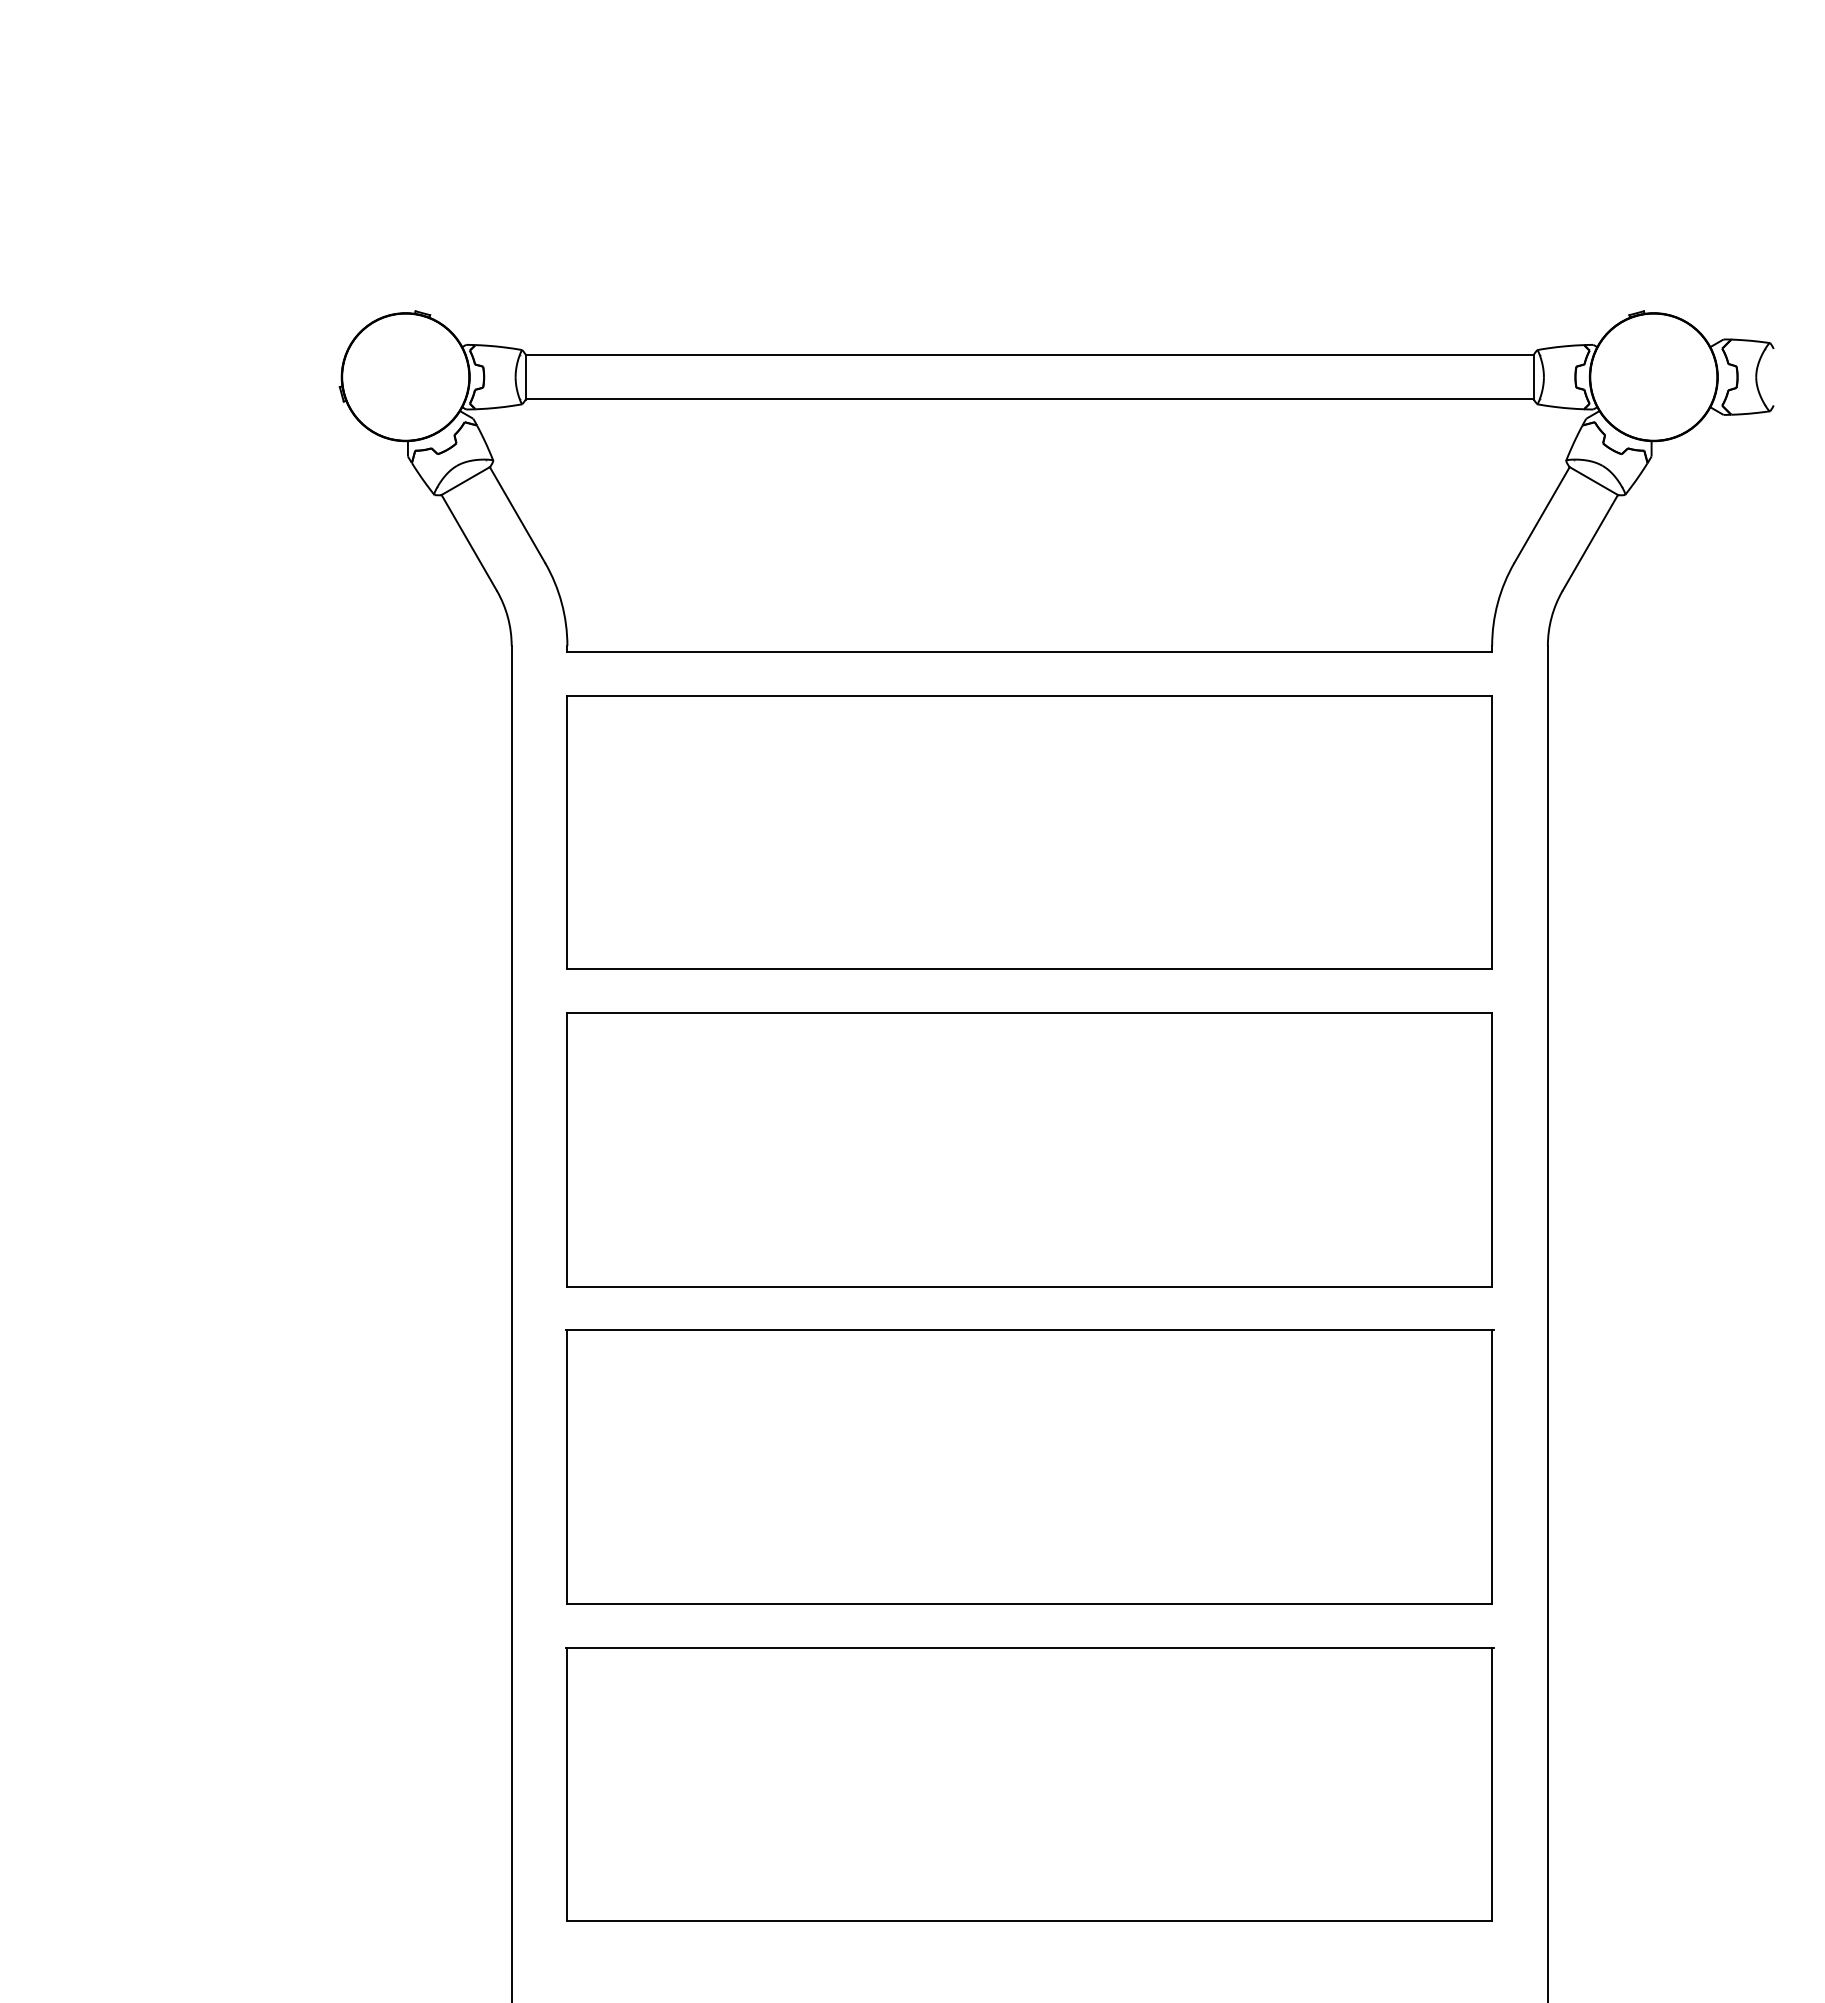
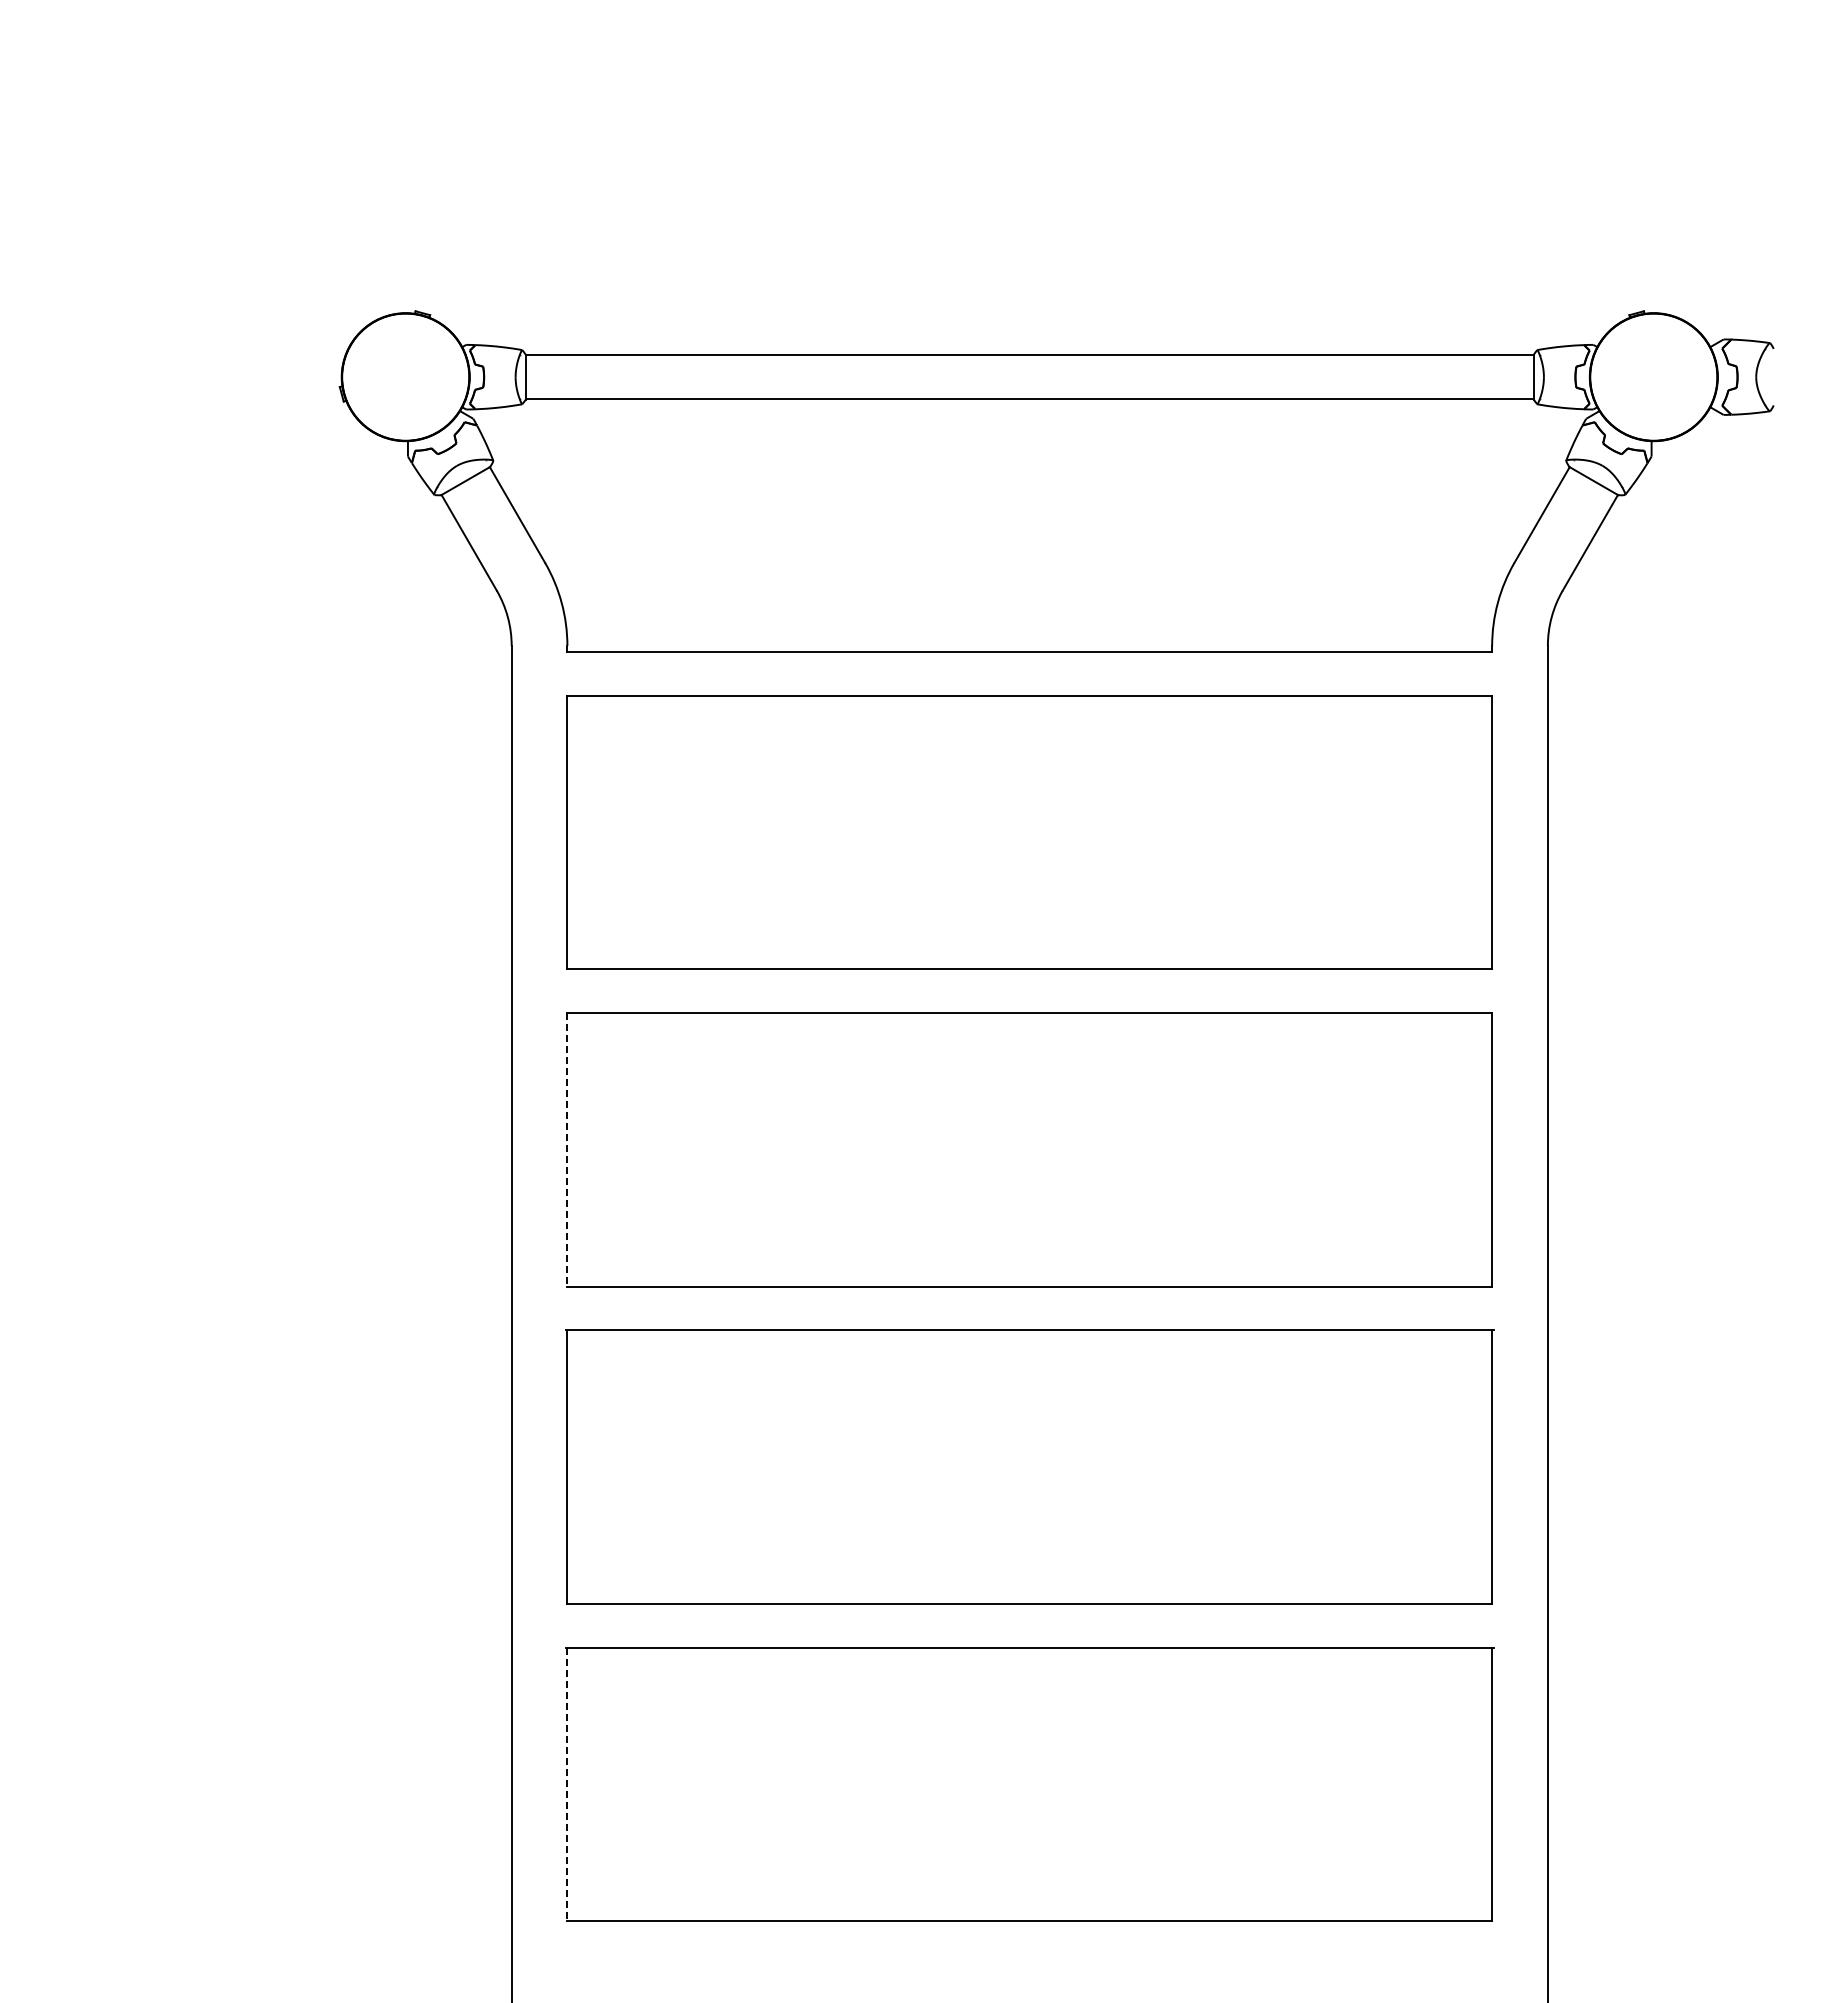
line at (567, 1149): solid -> dashed
line at (567, 1784): solid -> dashed
